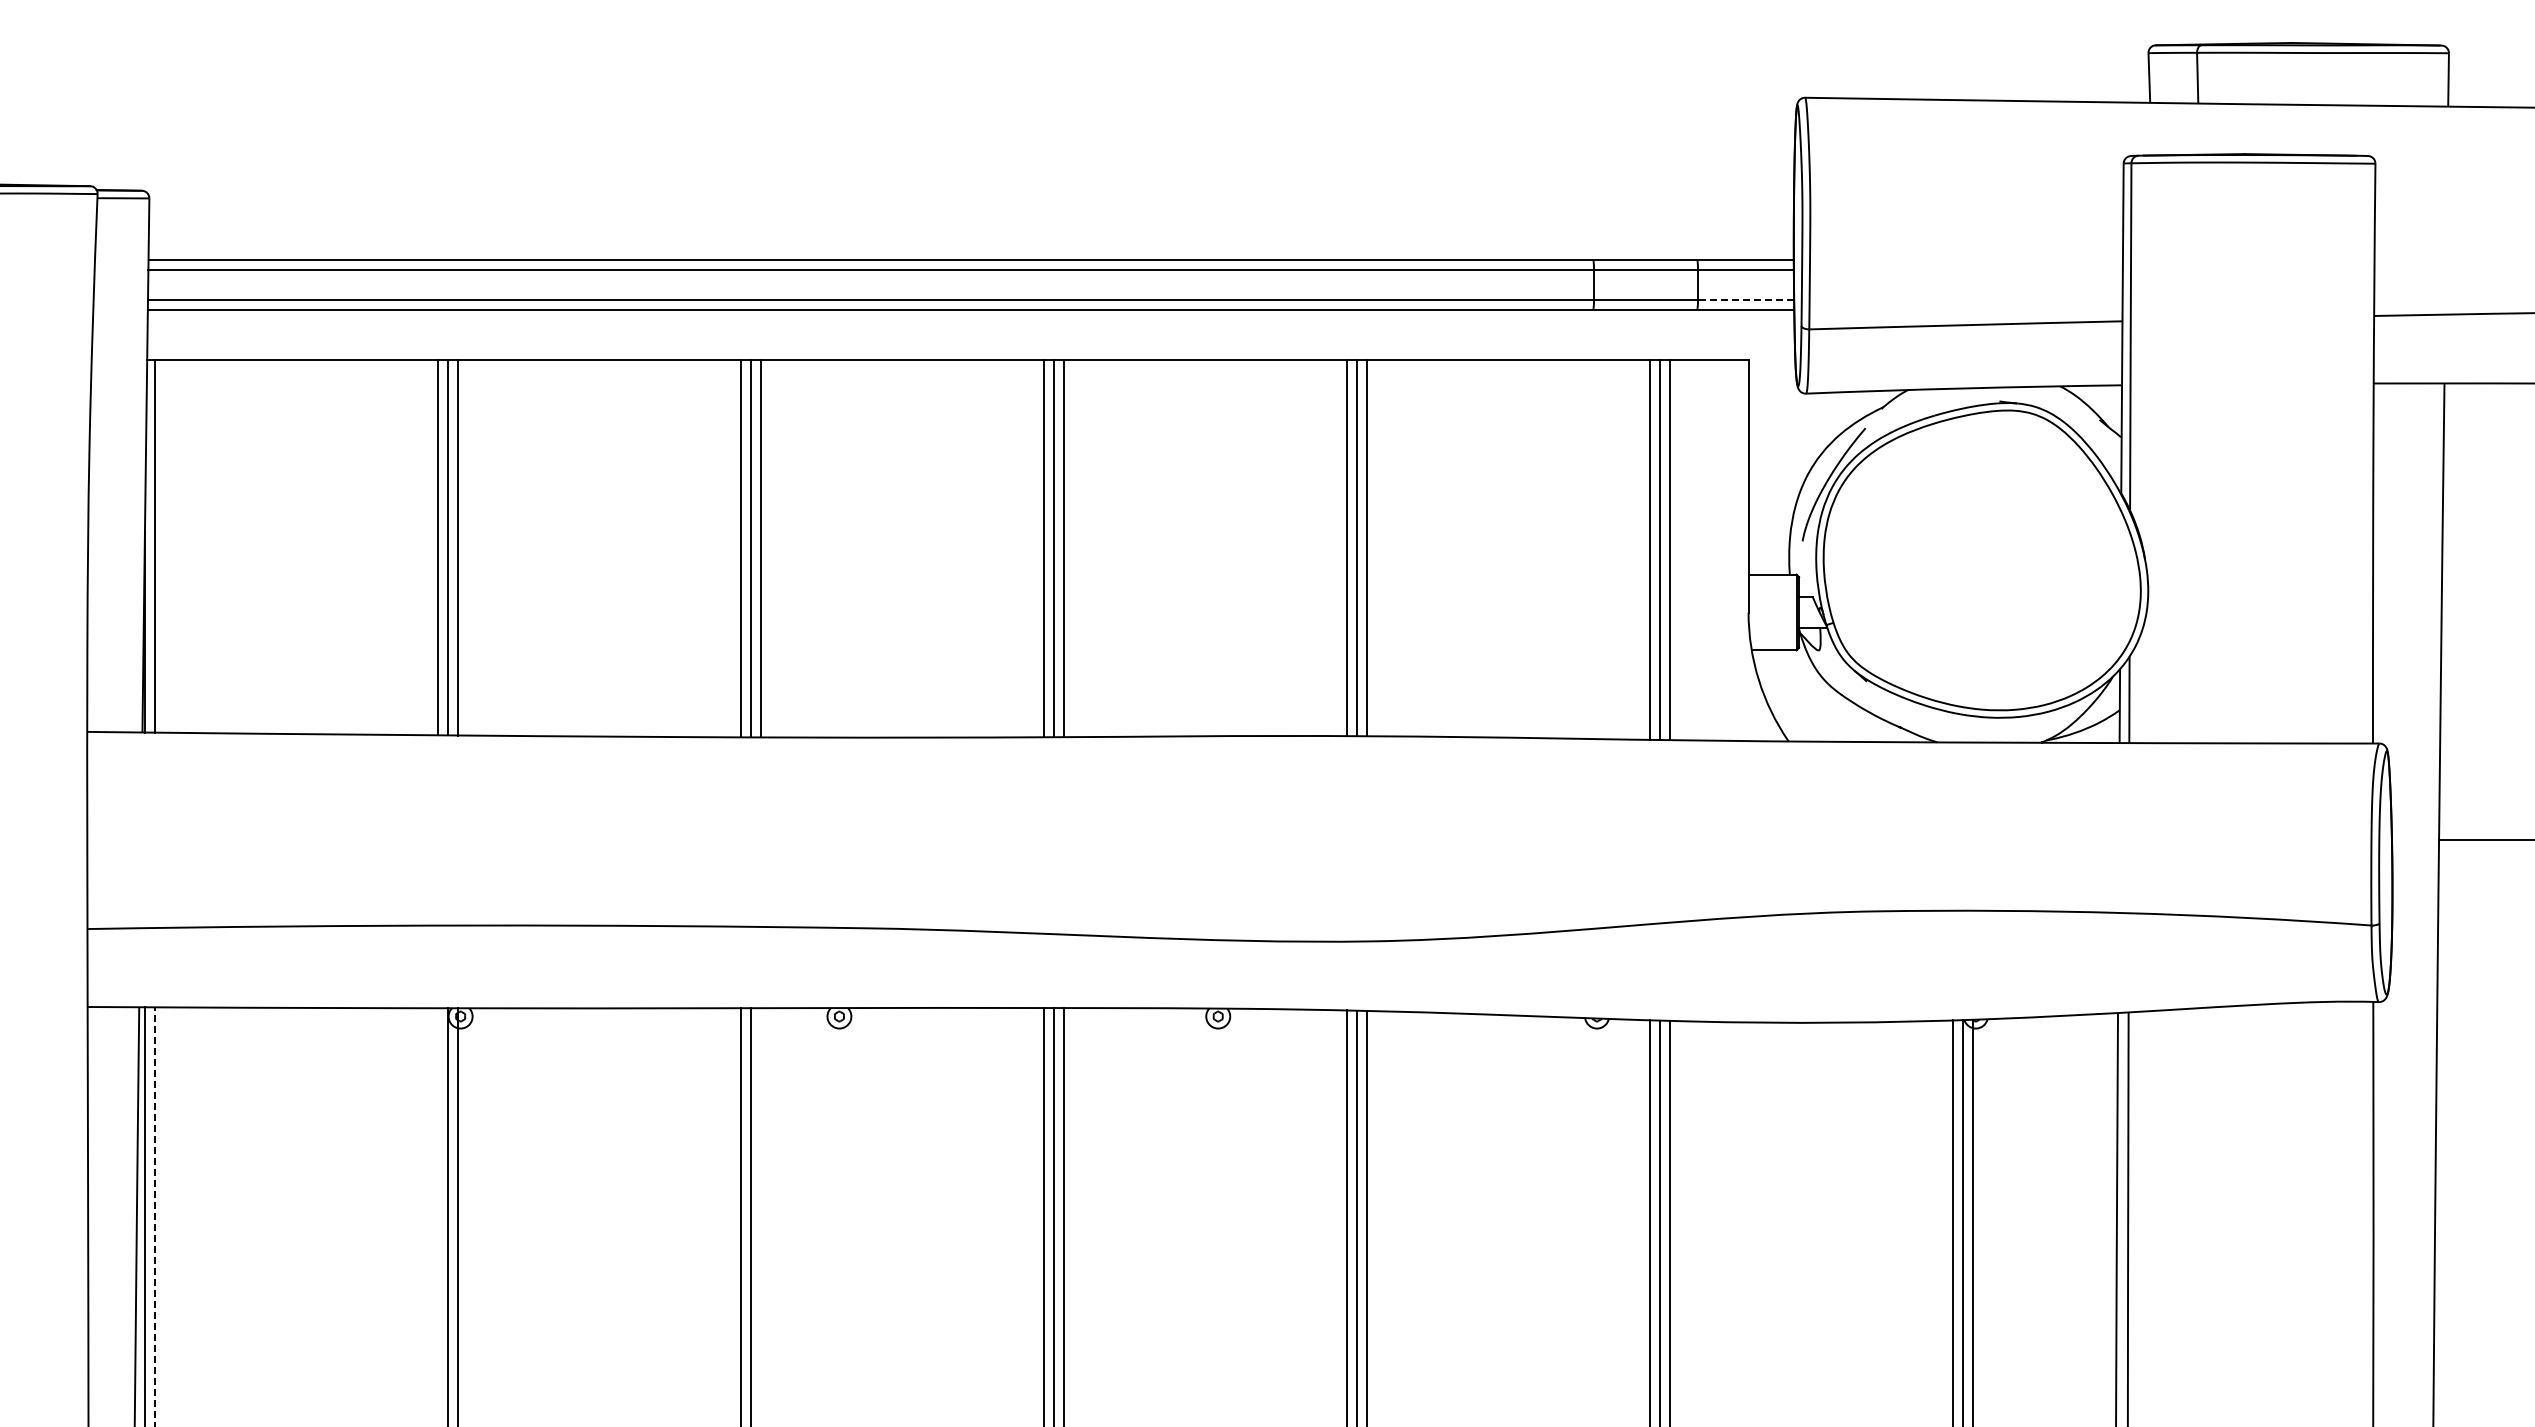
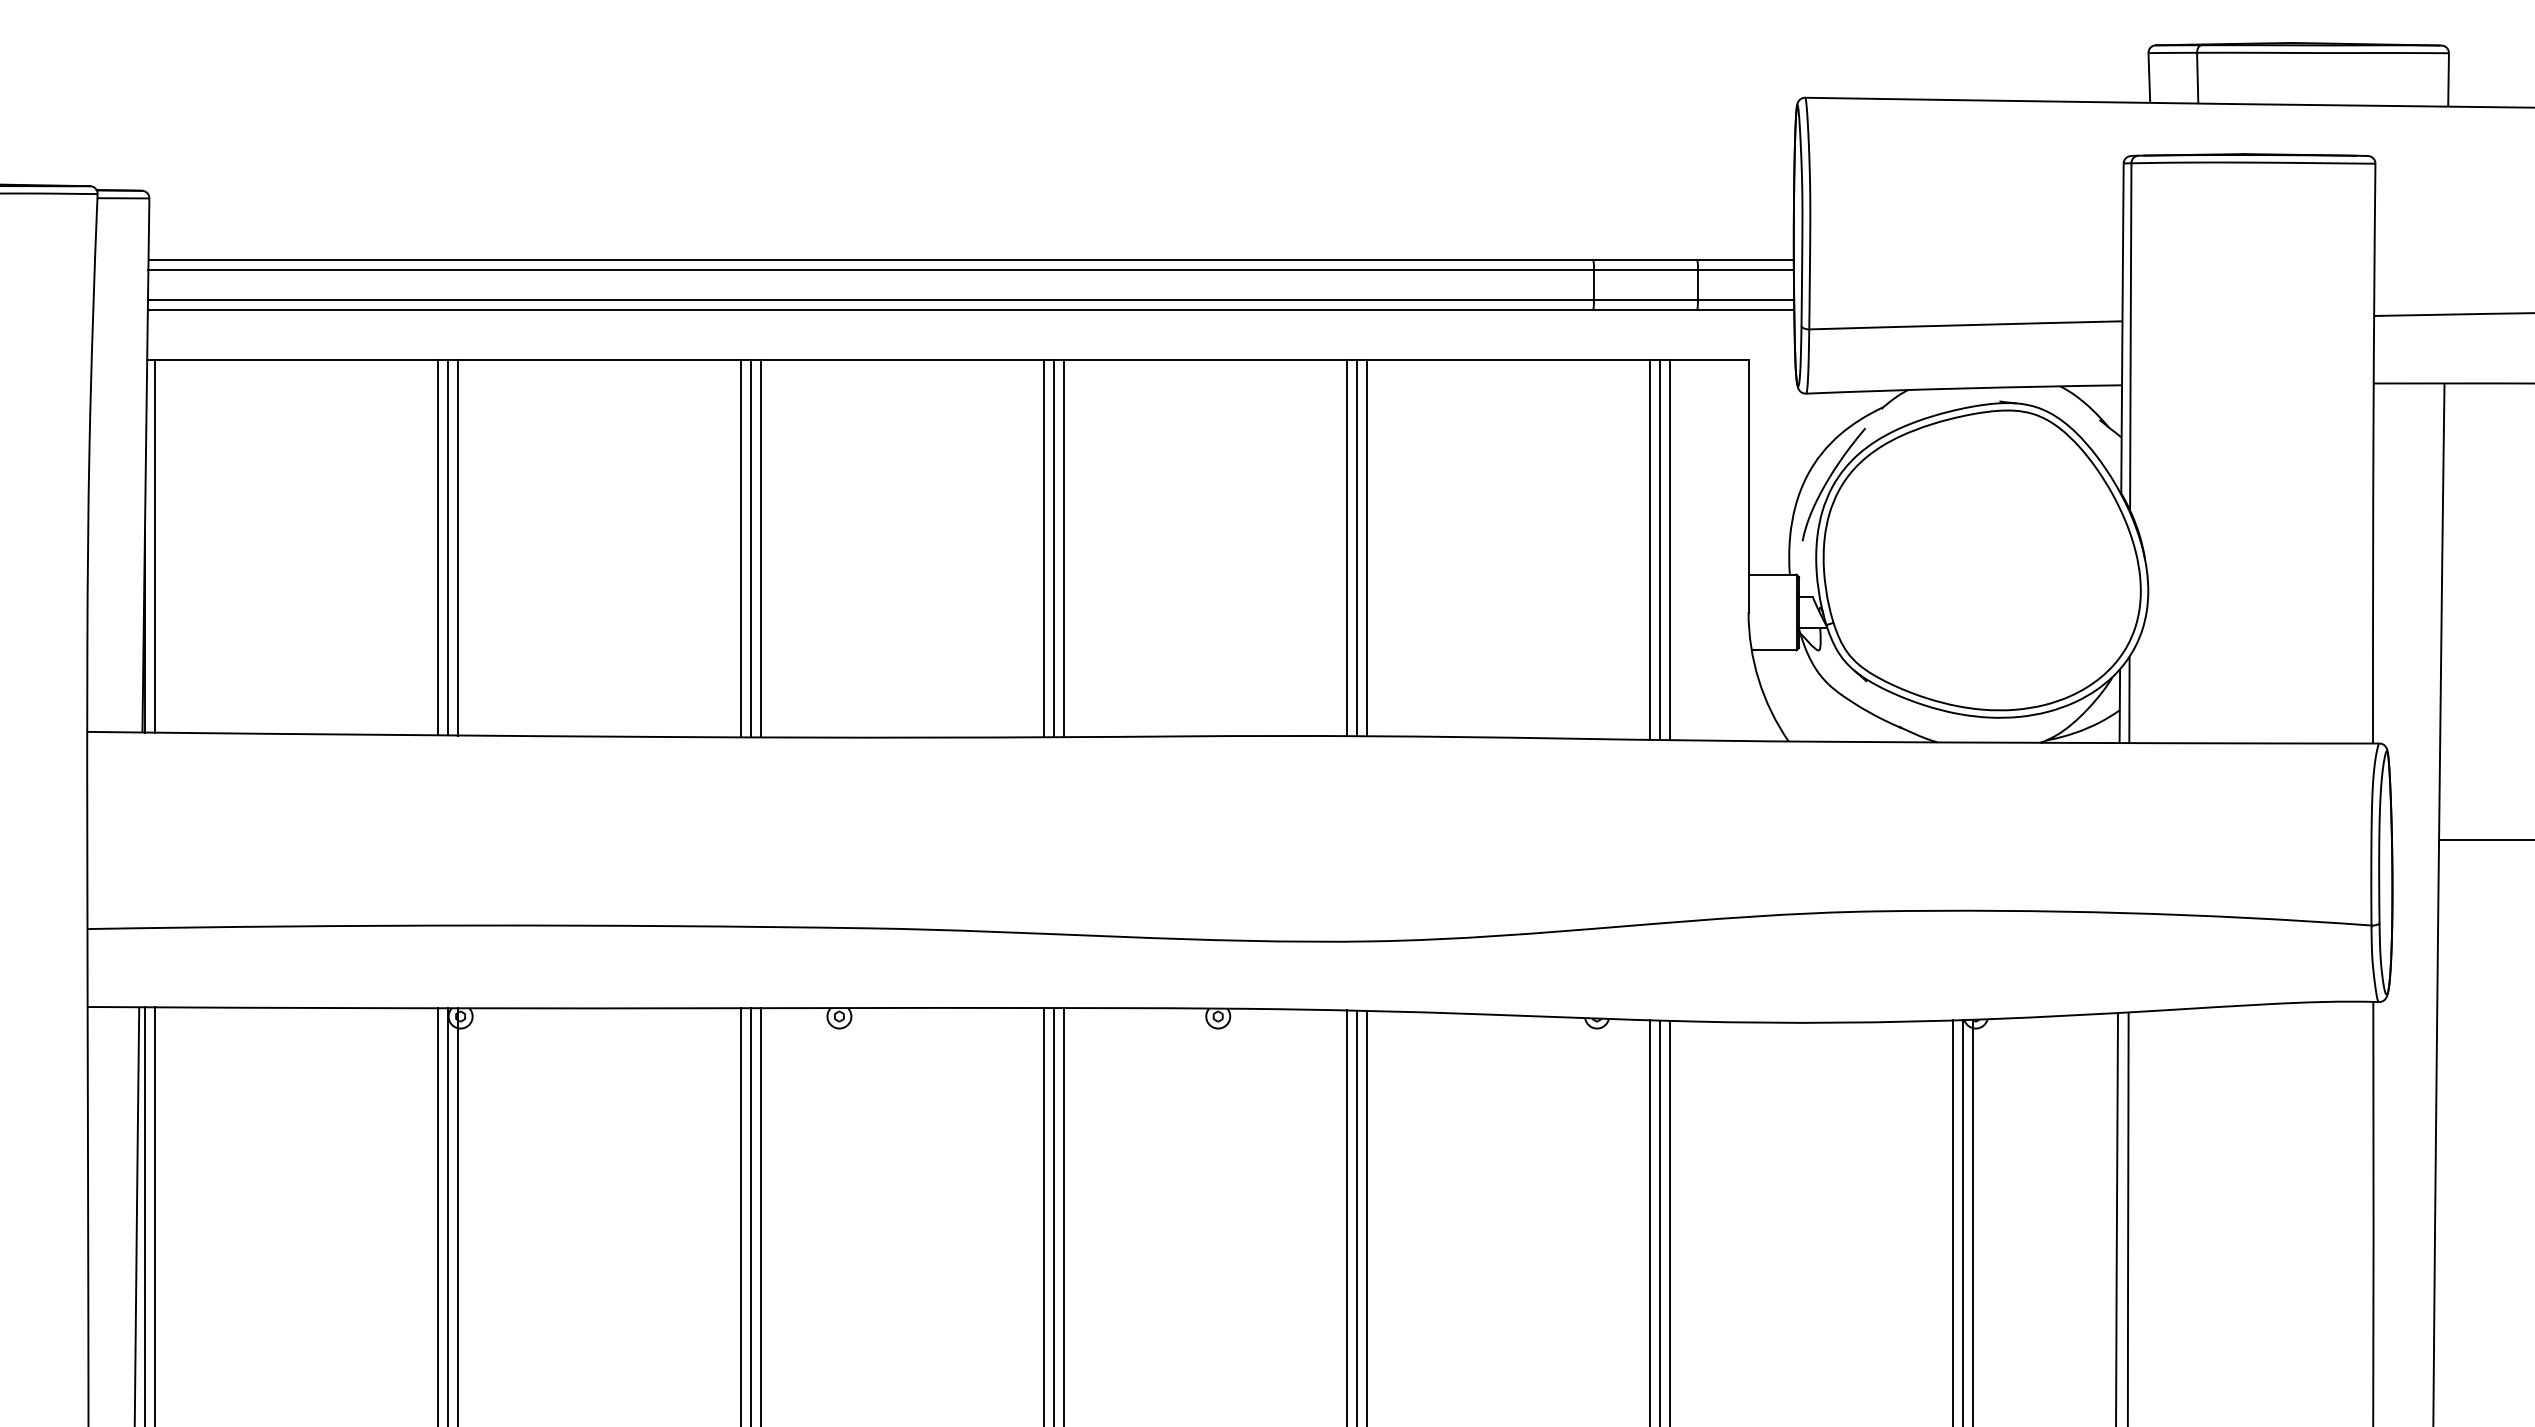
line at (1745, 300): dashed -> solid
line at (437, 1215): none -> present
line at (761, 1215): none -> present
line at (155, 1216): dashed -> solid
